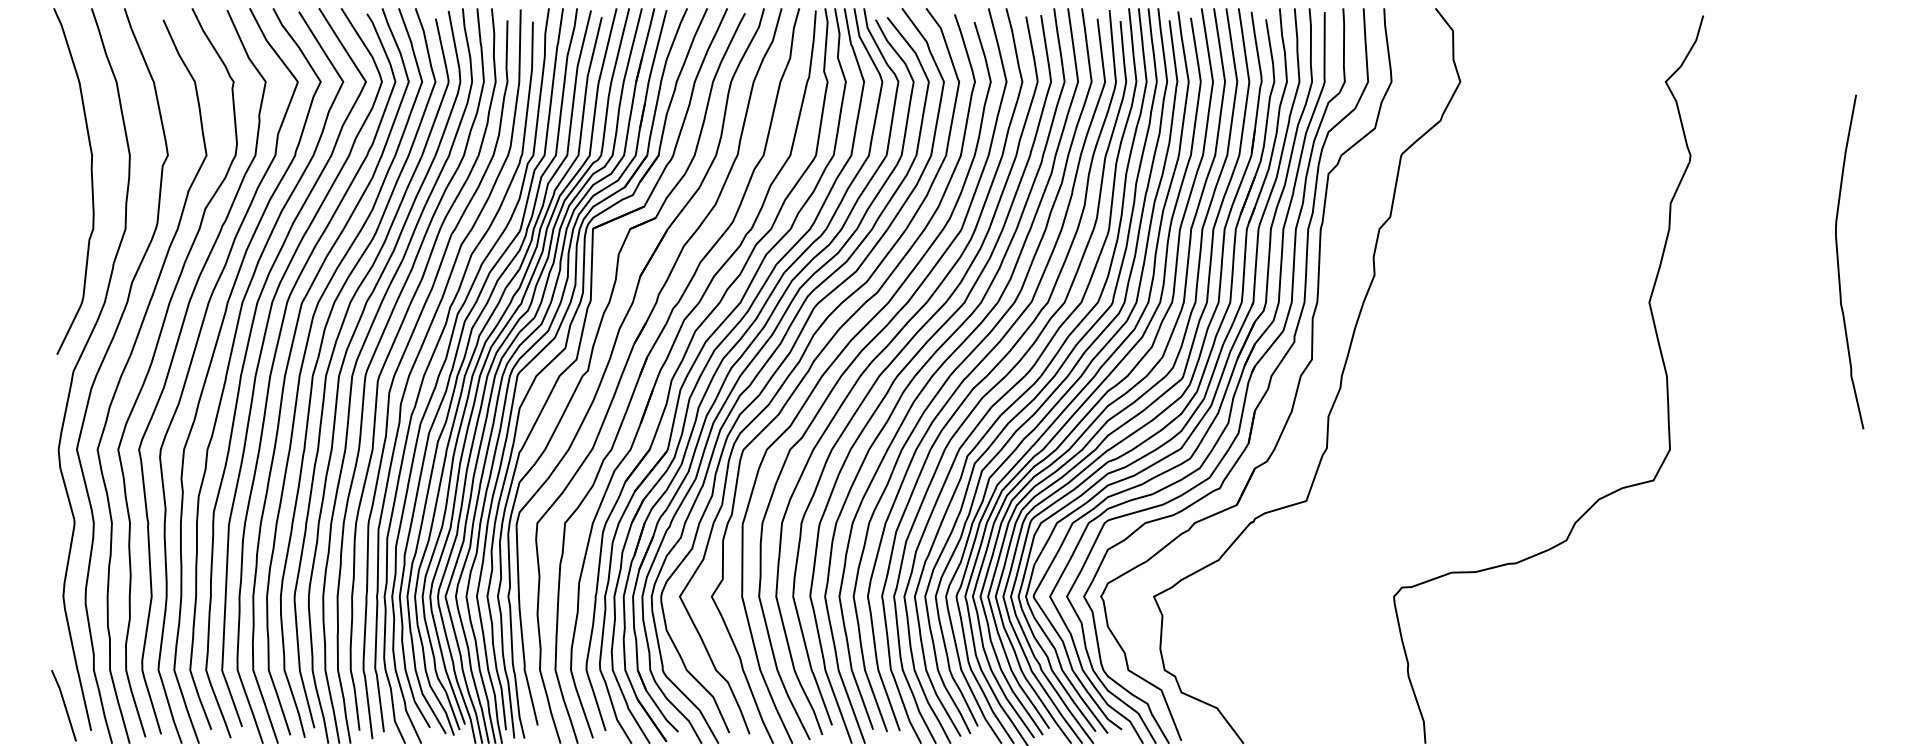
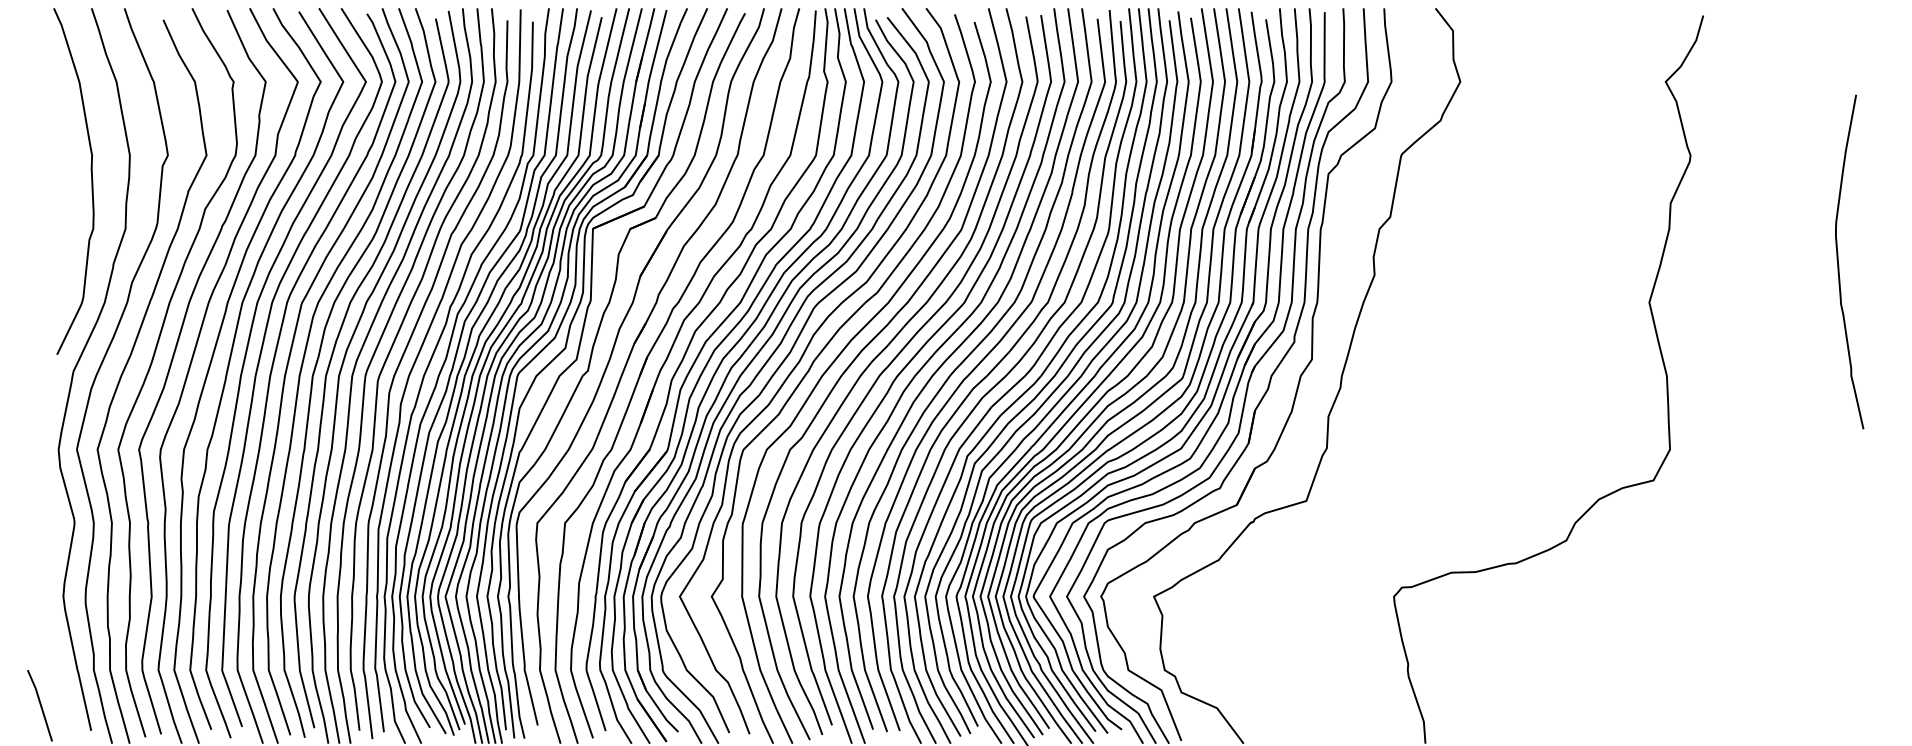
line at (63, 704) position: (63, 704) -> (39, 704)
